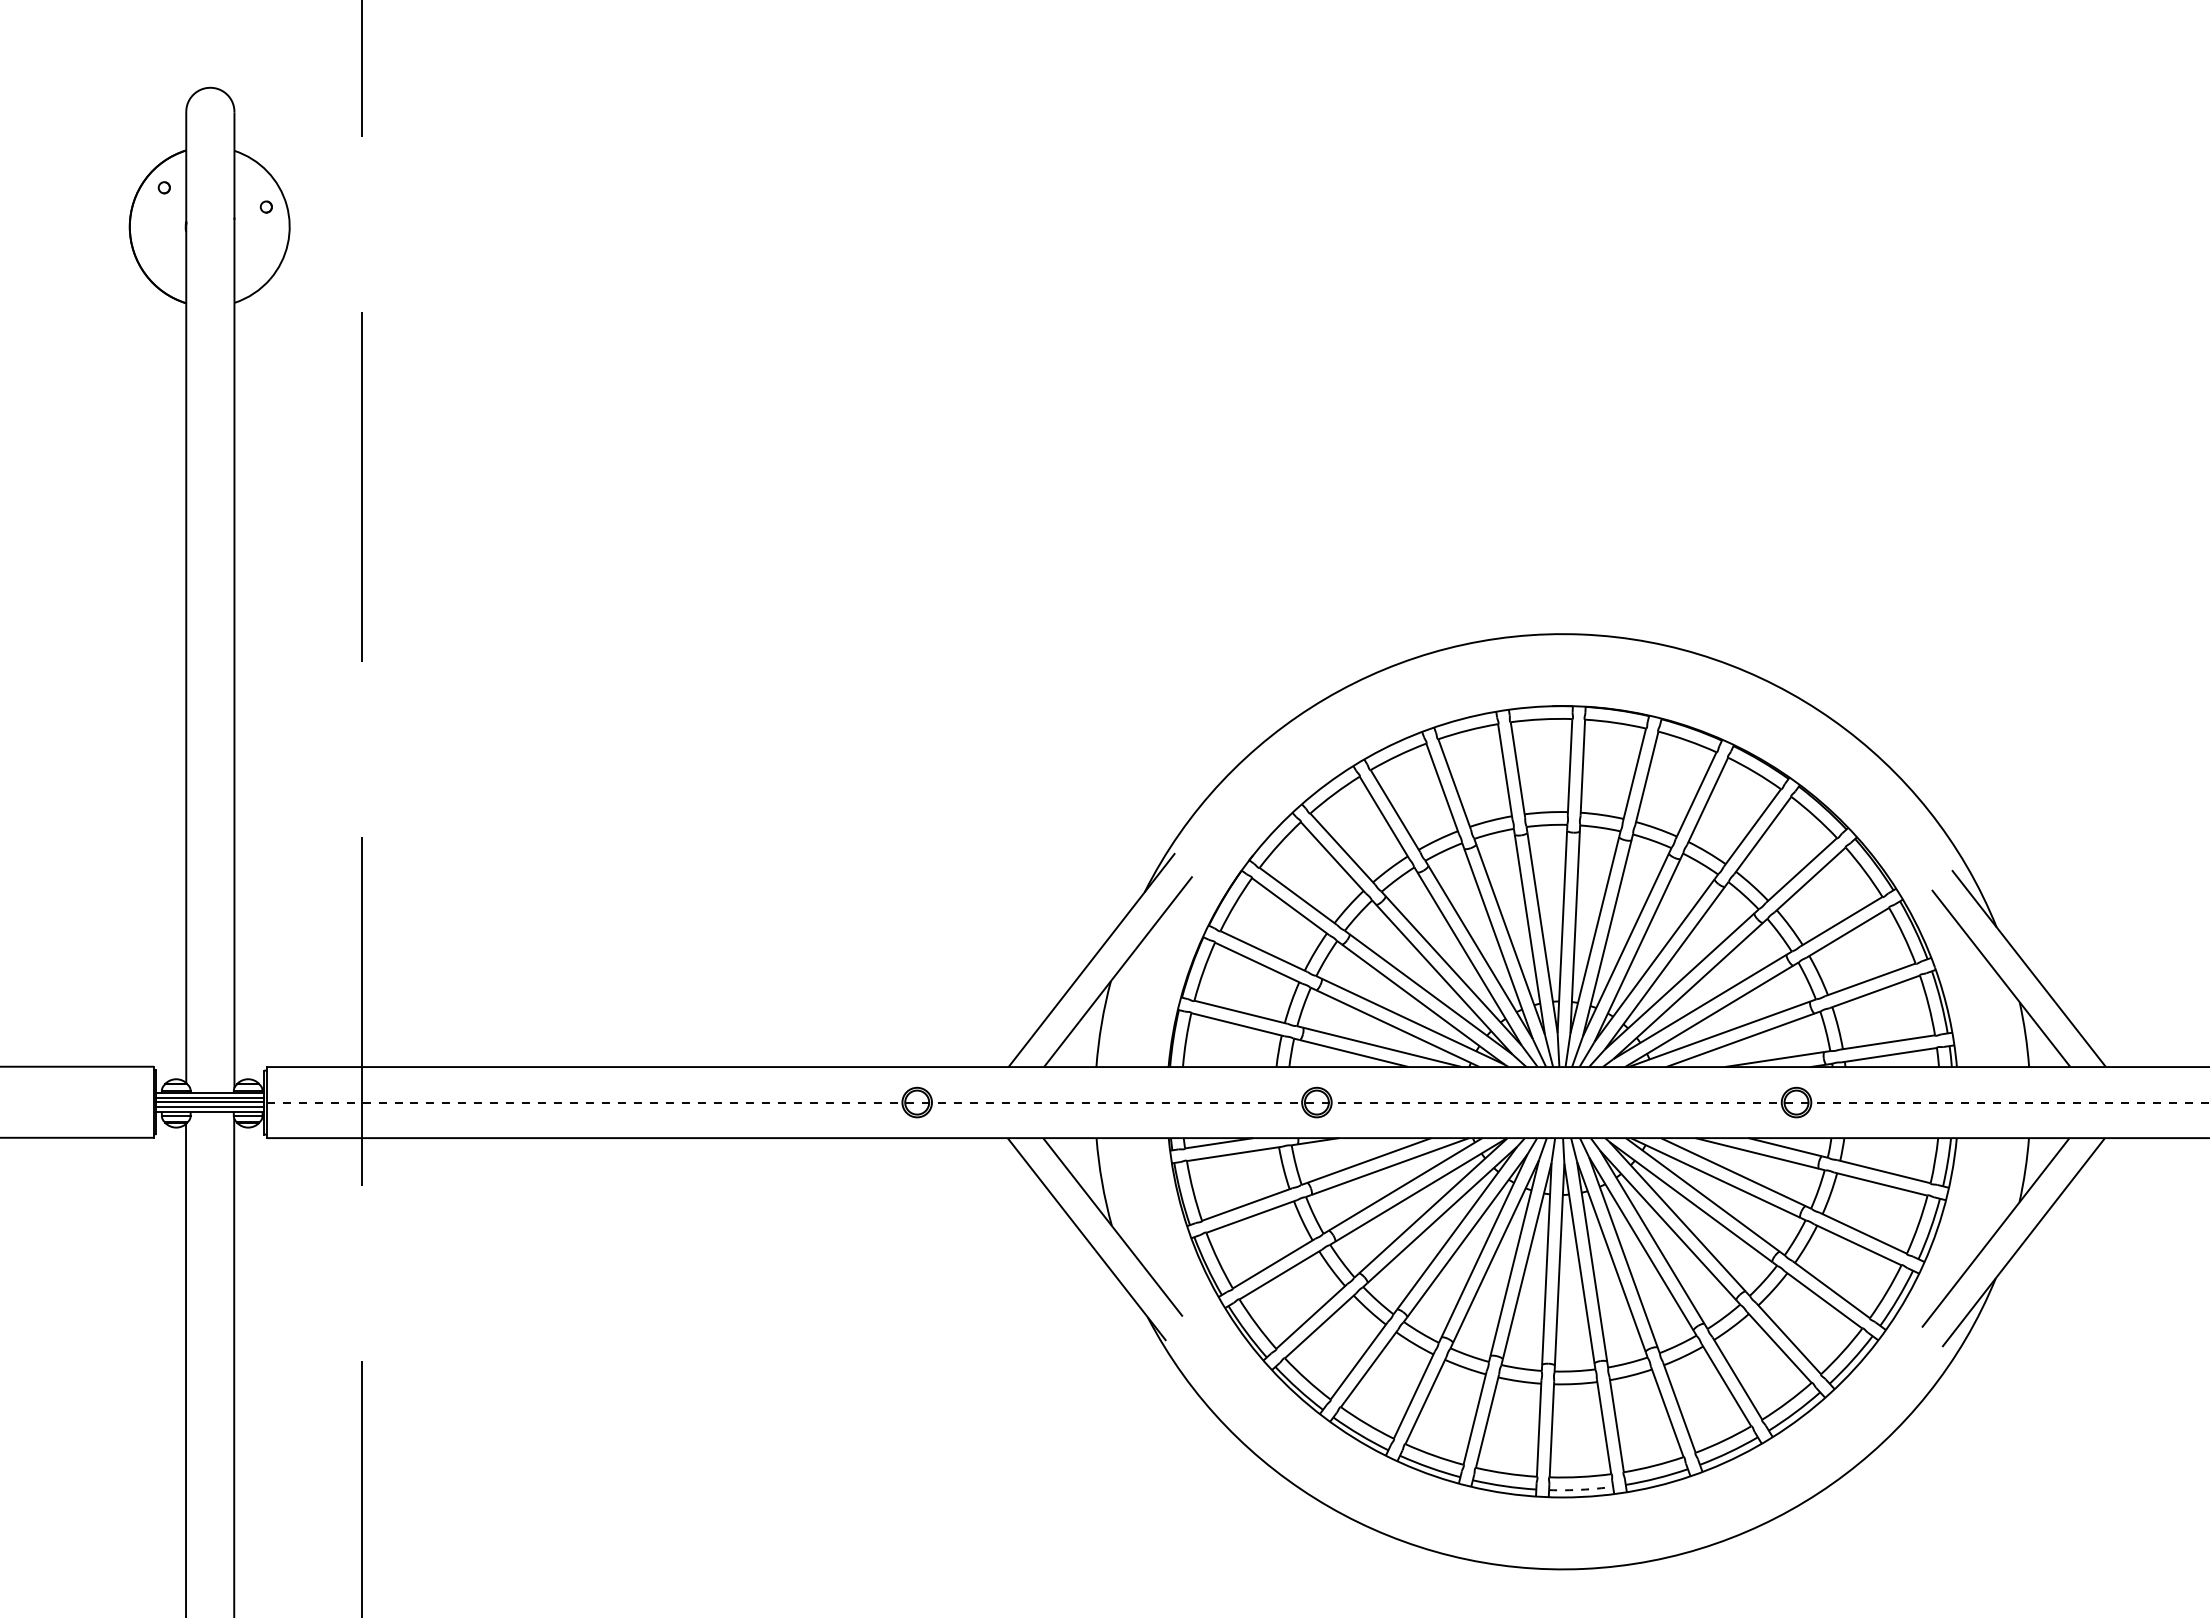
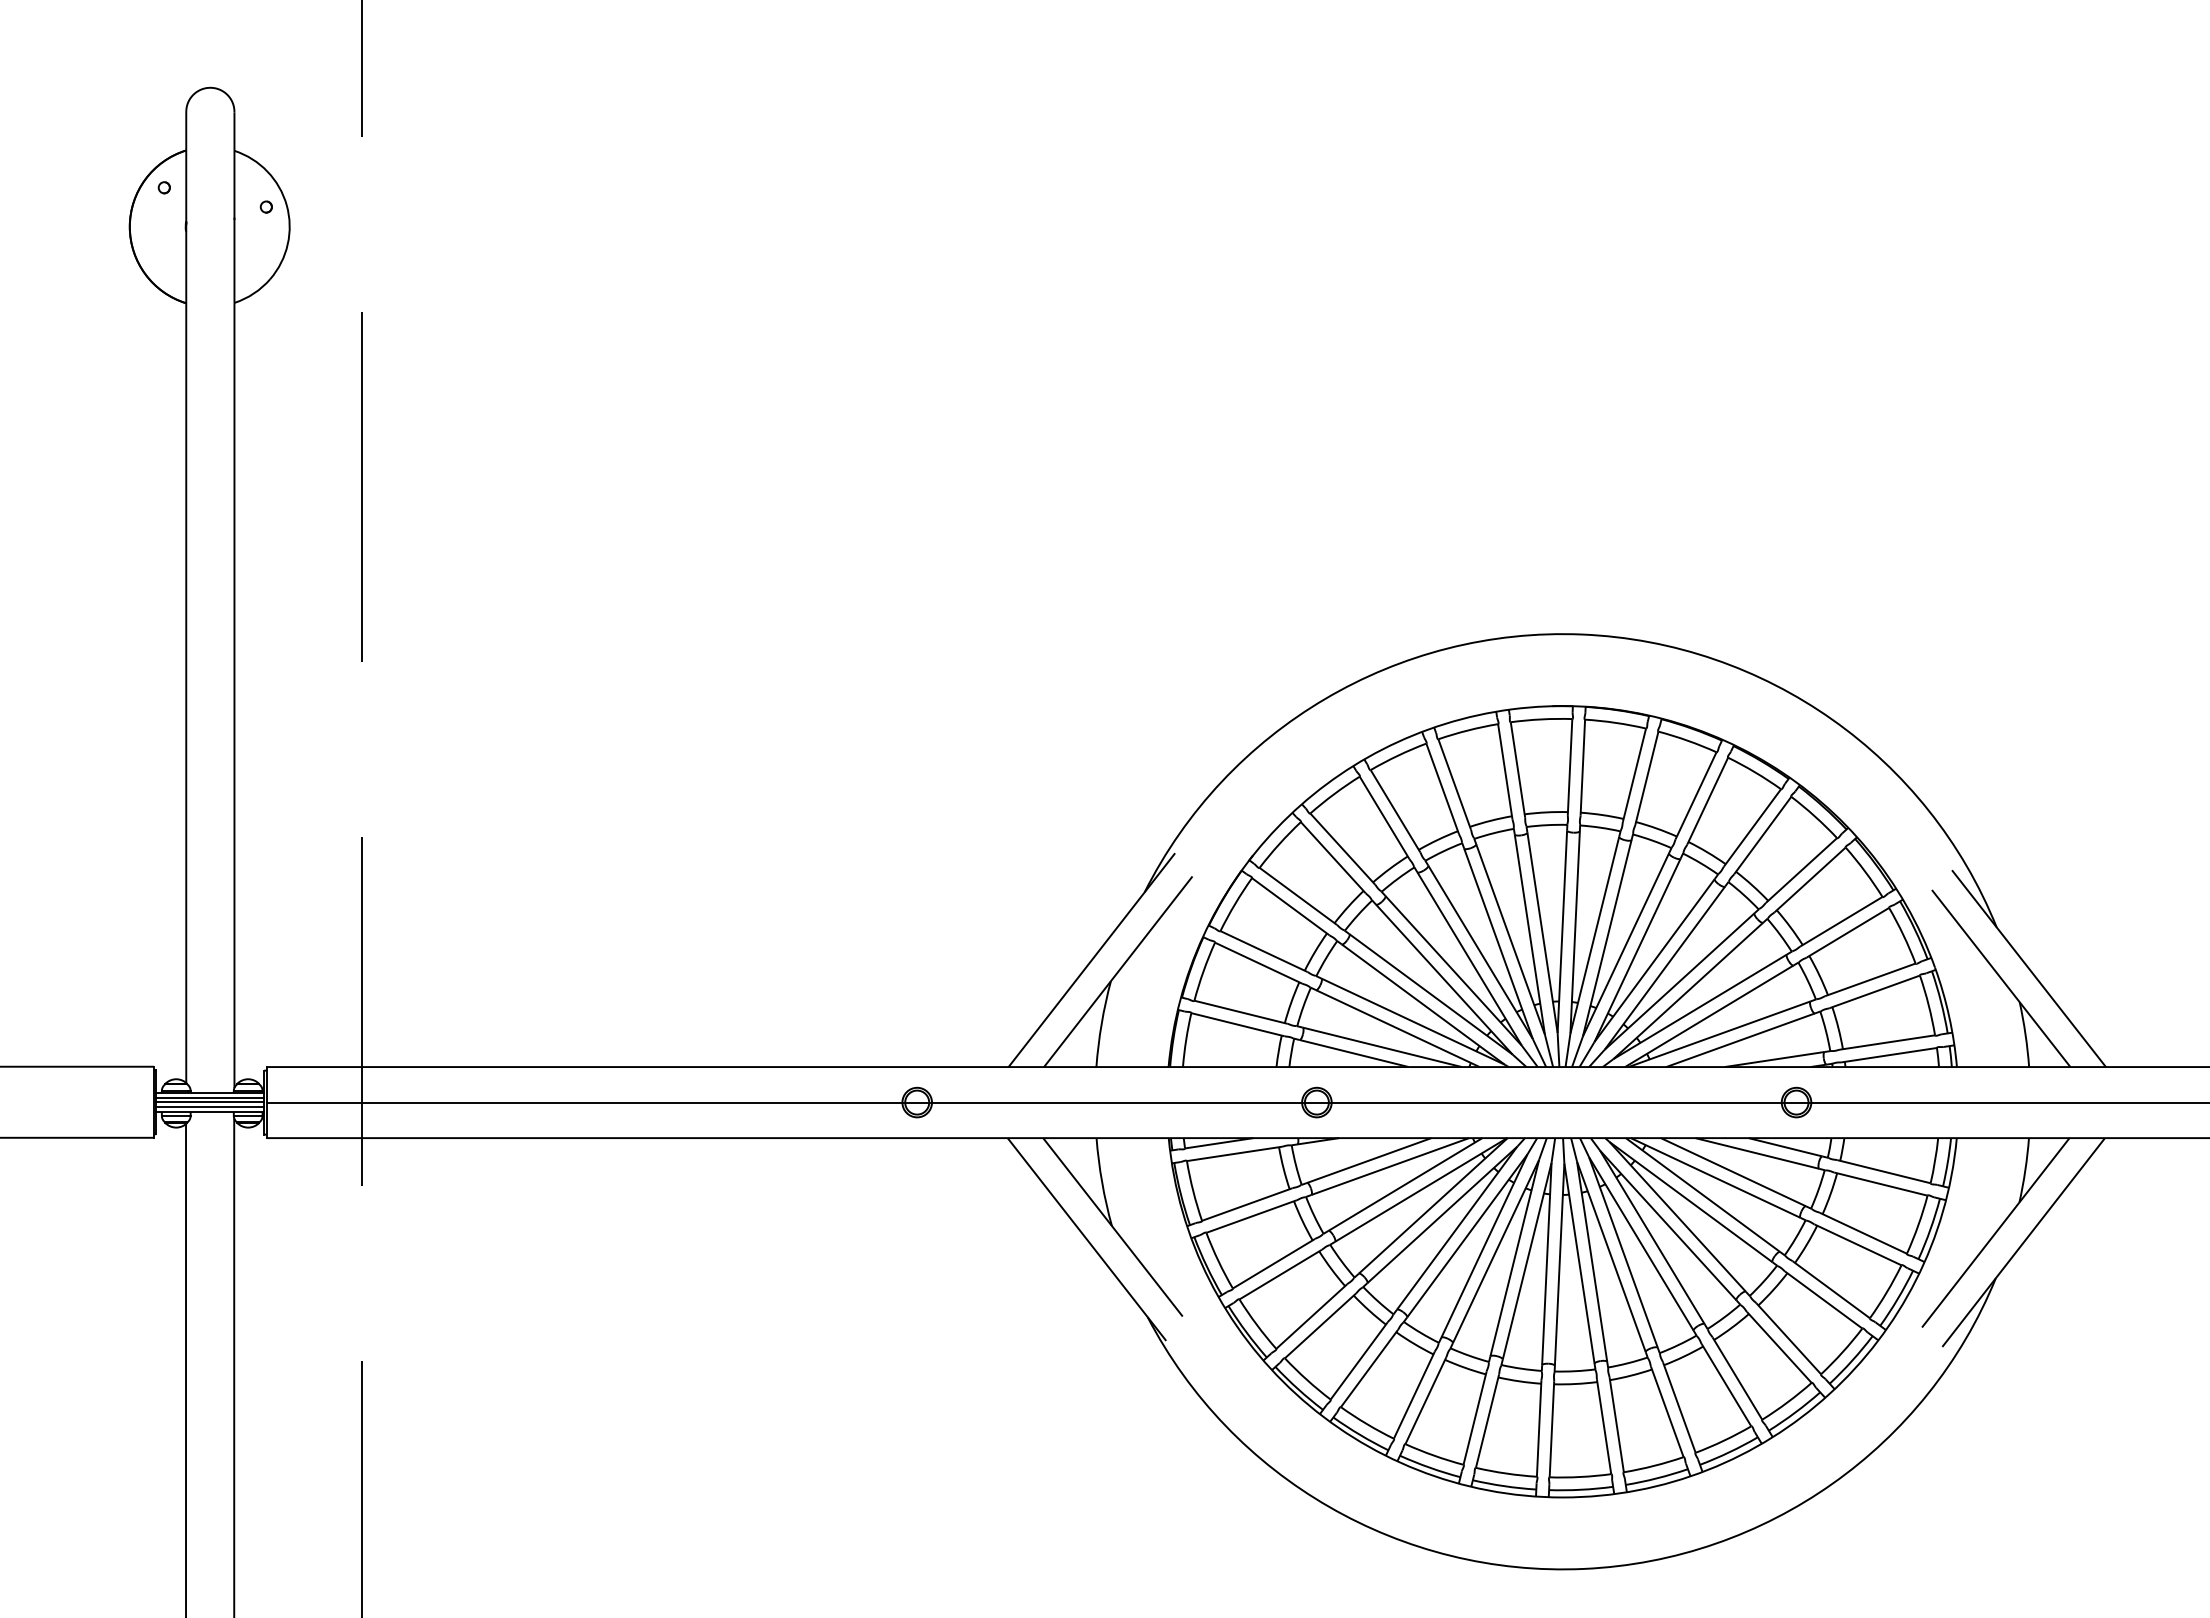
line at (1238, 1102): dashed -> solid
arc at (1581, 1489): dashed -> solid
